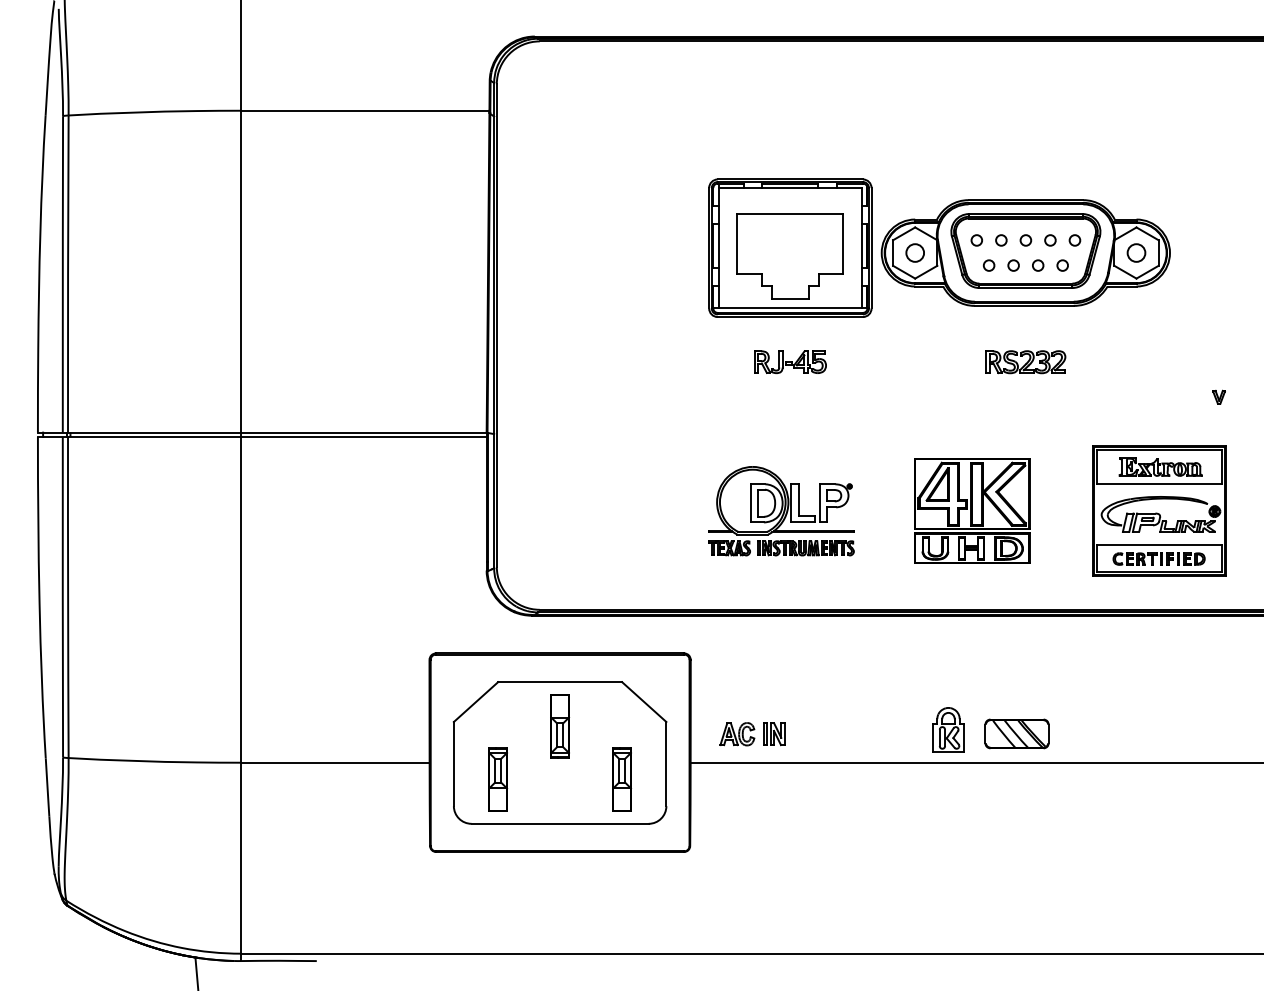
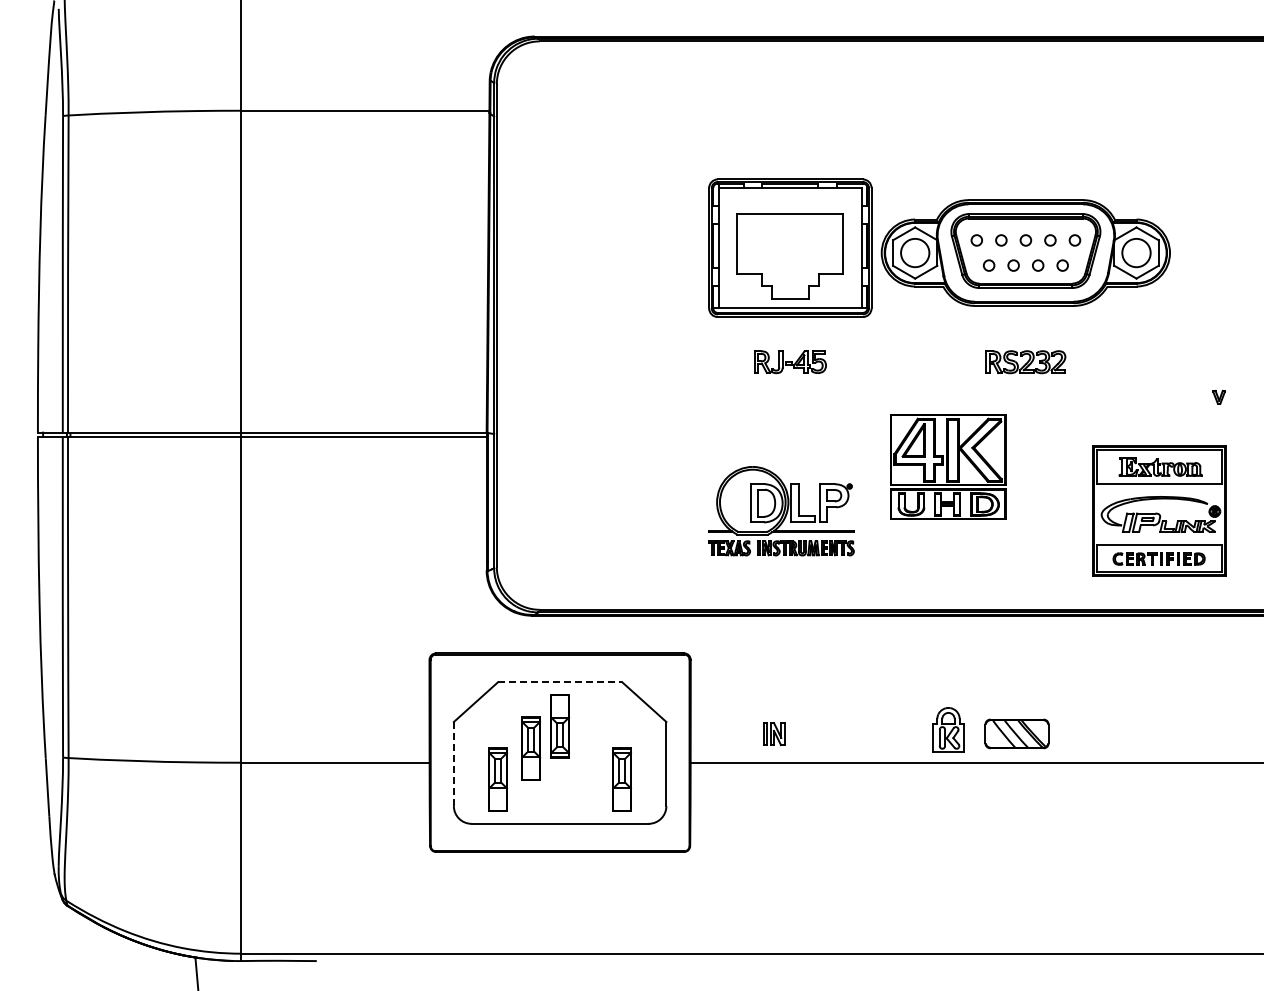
circle at (915, 252) diameter: 18 px -> 28 px
circle at (1136, 252) diameter: 18 px -> 28 px
part at (972, 510) position: (972, 510) -> (948, 466)
line at (560, 682): solid -> dashed
part at (737, 734): present -> none
part at (530, 748): none -> present
line at (453, 763): solid -> dashed
